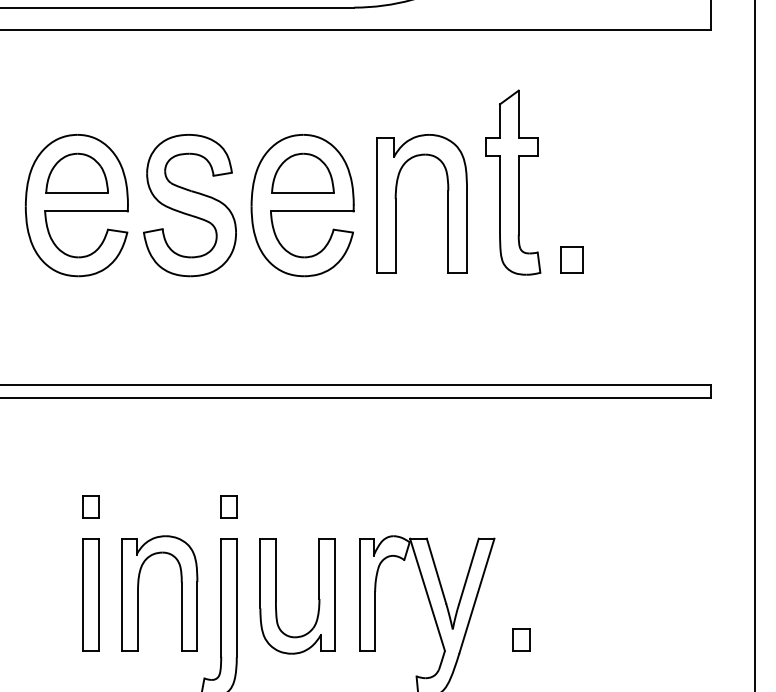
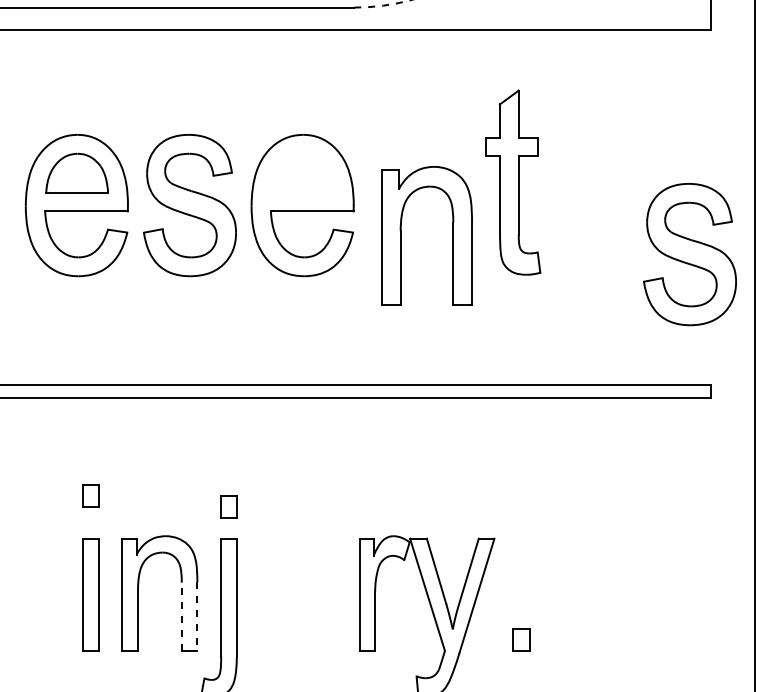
arc at (383, 5): solid -> dashed
part at (302, 172): present -> none
part at (396, 203) position: (396, 203) -> (401, 235)
part at (689, 254): none -> present
part at (571, 259): present -> none
part at (90, 506) position: (90, 506) -> (90, 495)
part at (276, 596): present -> none
line at (181, 616): solid -> dashed
line at (197, 616): solid -> dashed
